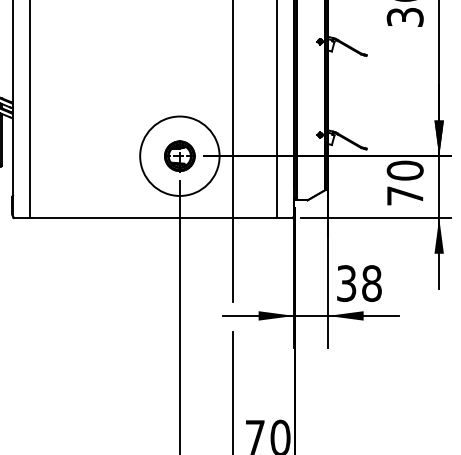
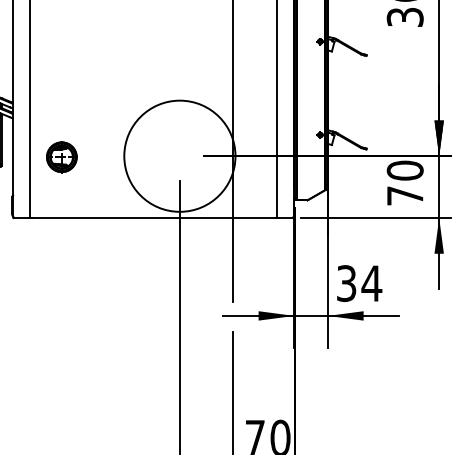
circle at (179, 155) diameter: 79 px -> 111 px
part at (179, 156) position: (179, 156) -> (61, 157)
text at (371, 283): 38 -> 34
